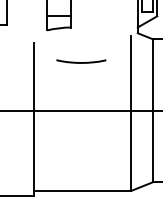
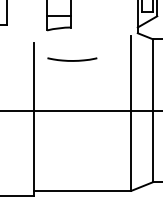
curve at (81, 62) position: (81, 62) -> (72, 60)
